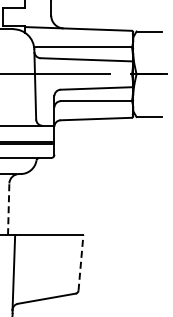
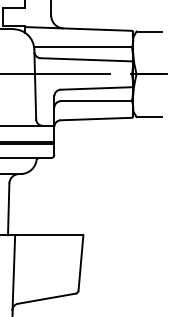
line at (8, 209): dashed -> solid
line at (80, 262): dashed -> solid
